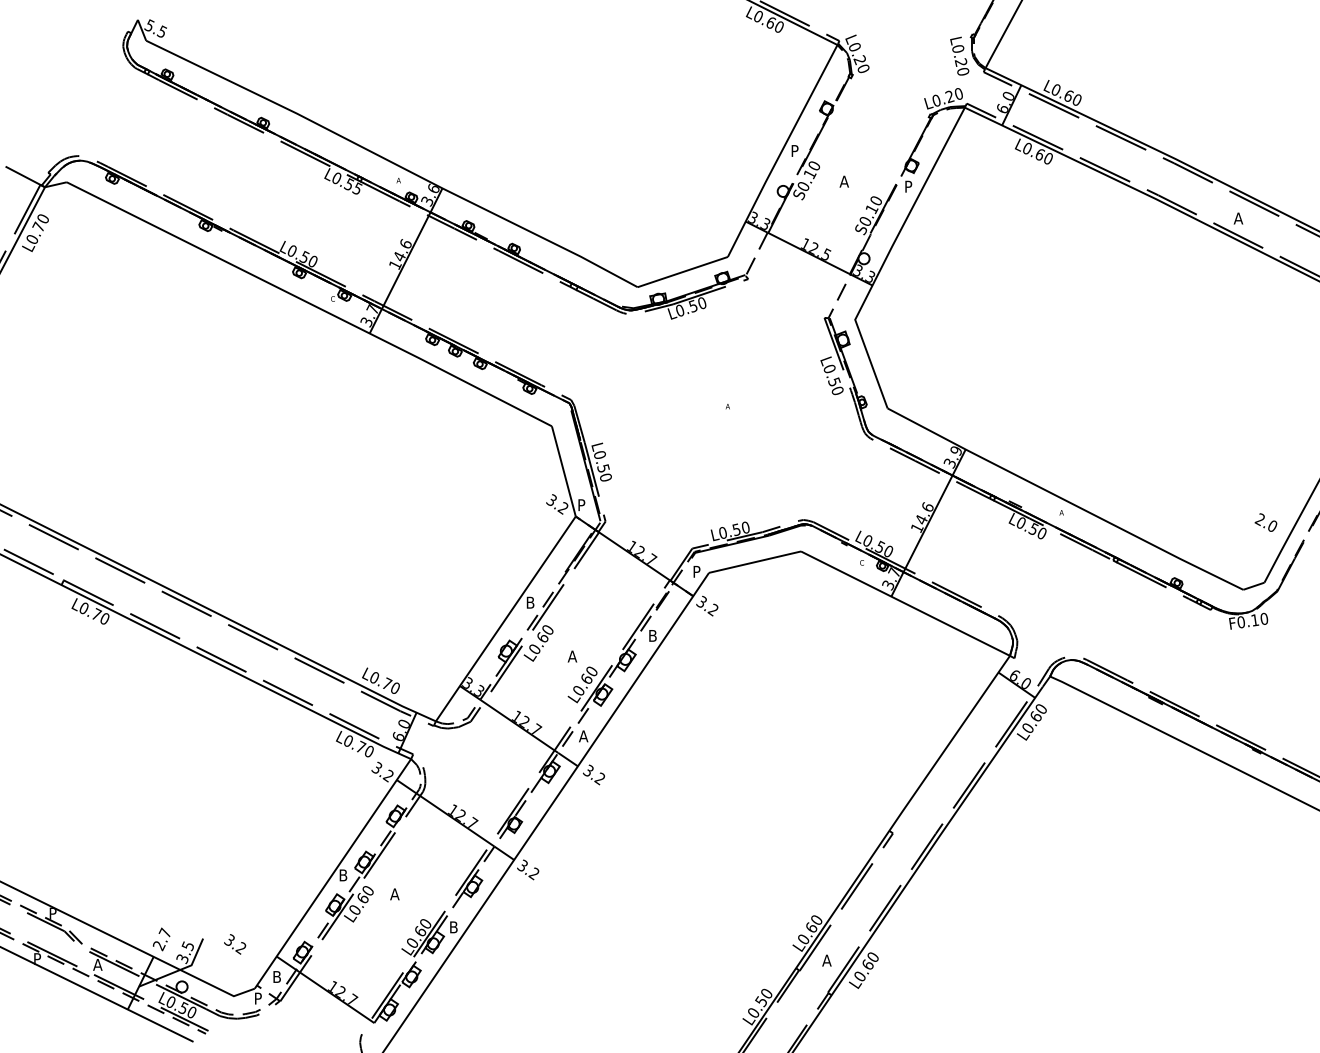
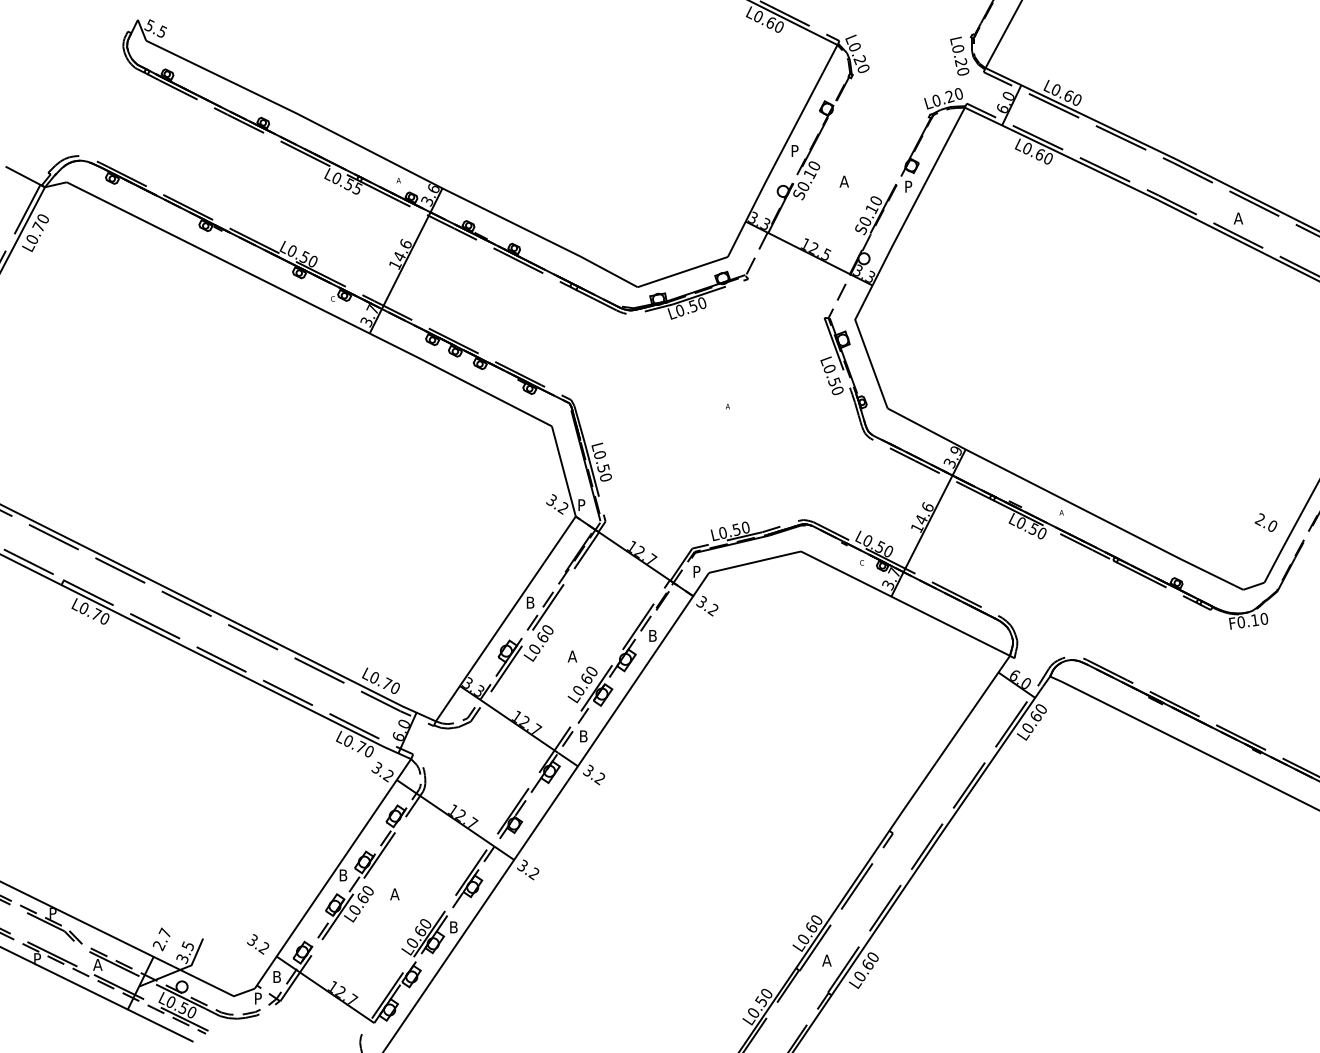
text at (583, 736): A -> B
text at (235, 944) position: (235, 944) -> (258, 944)
